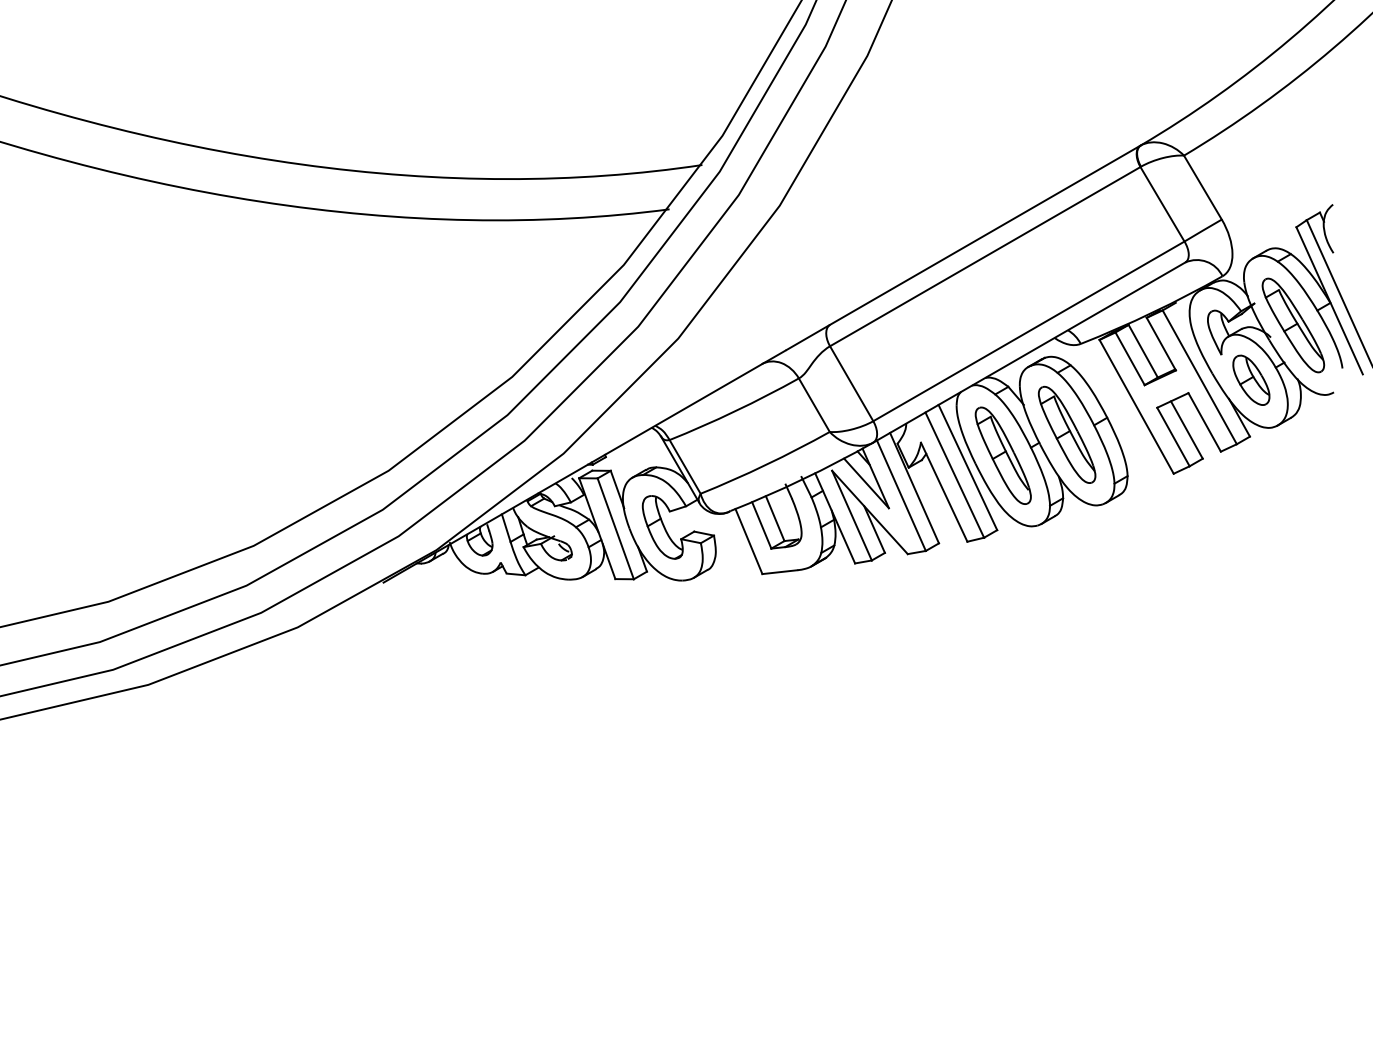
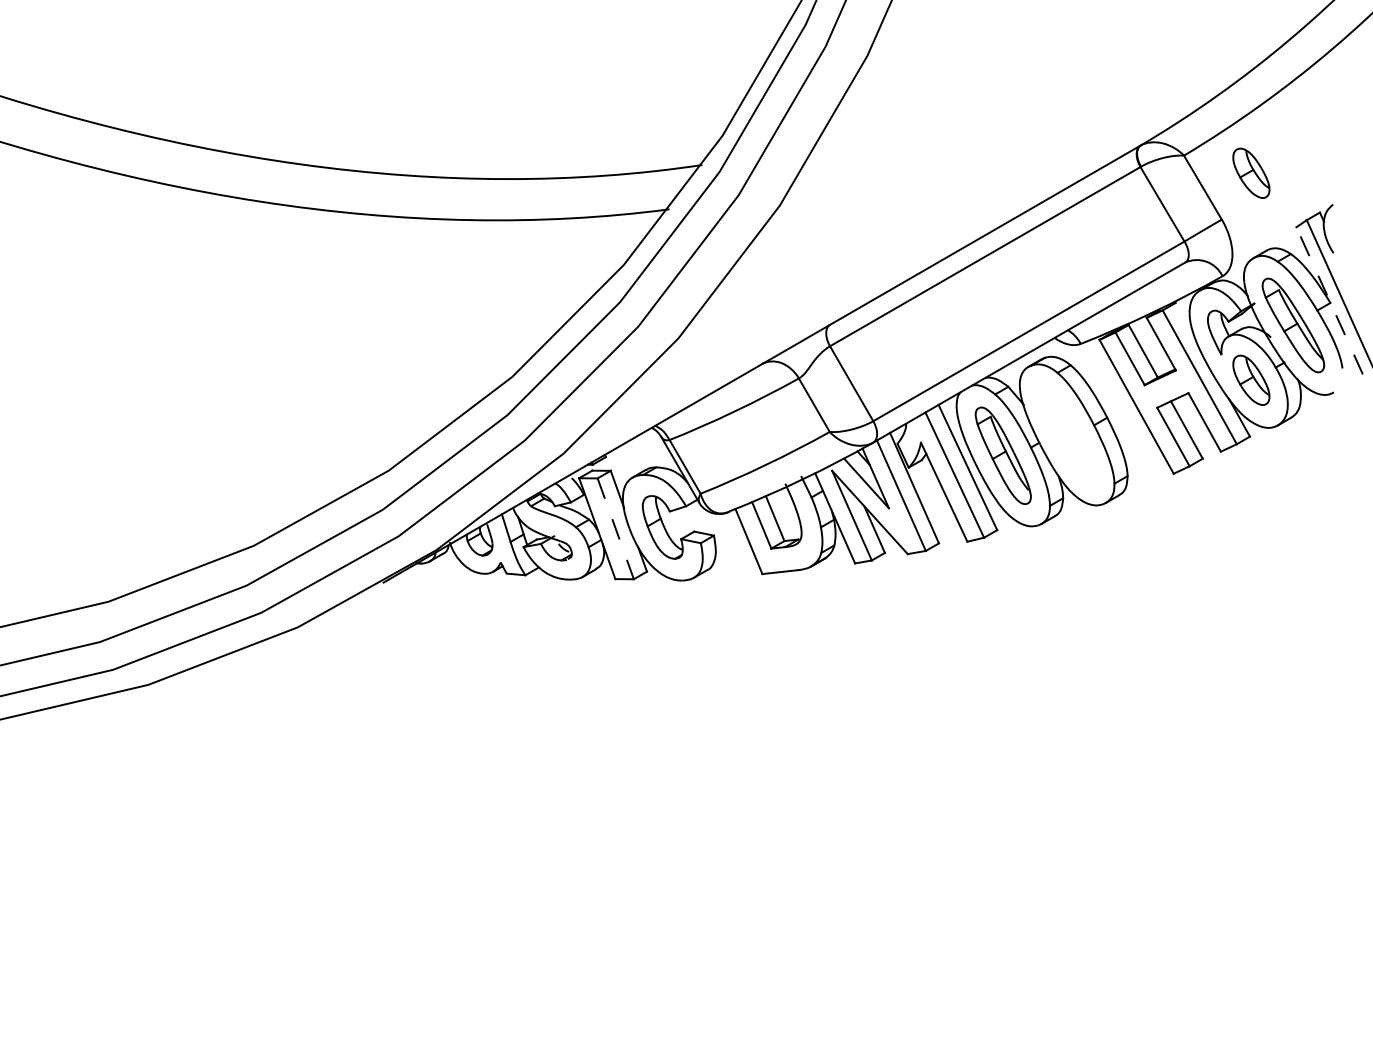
part at (1251, 172): none -> present
line at (1329, 300): solid -> dashed
part at (1066, 434): present -> none
line at (615, 528): solid -> dashed
